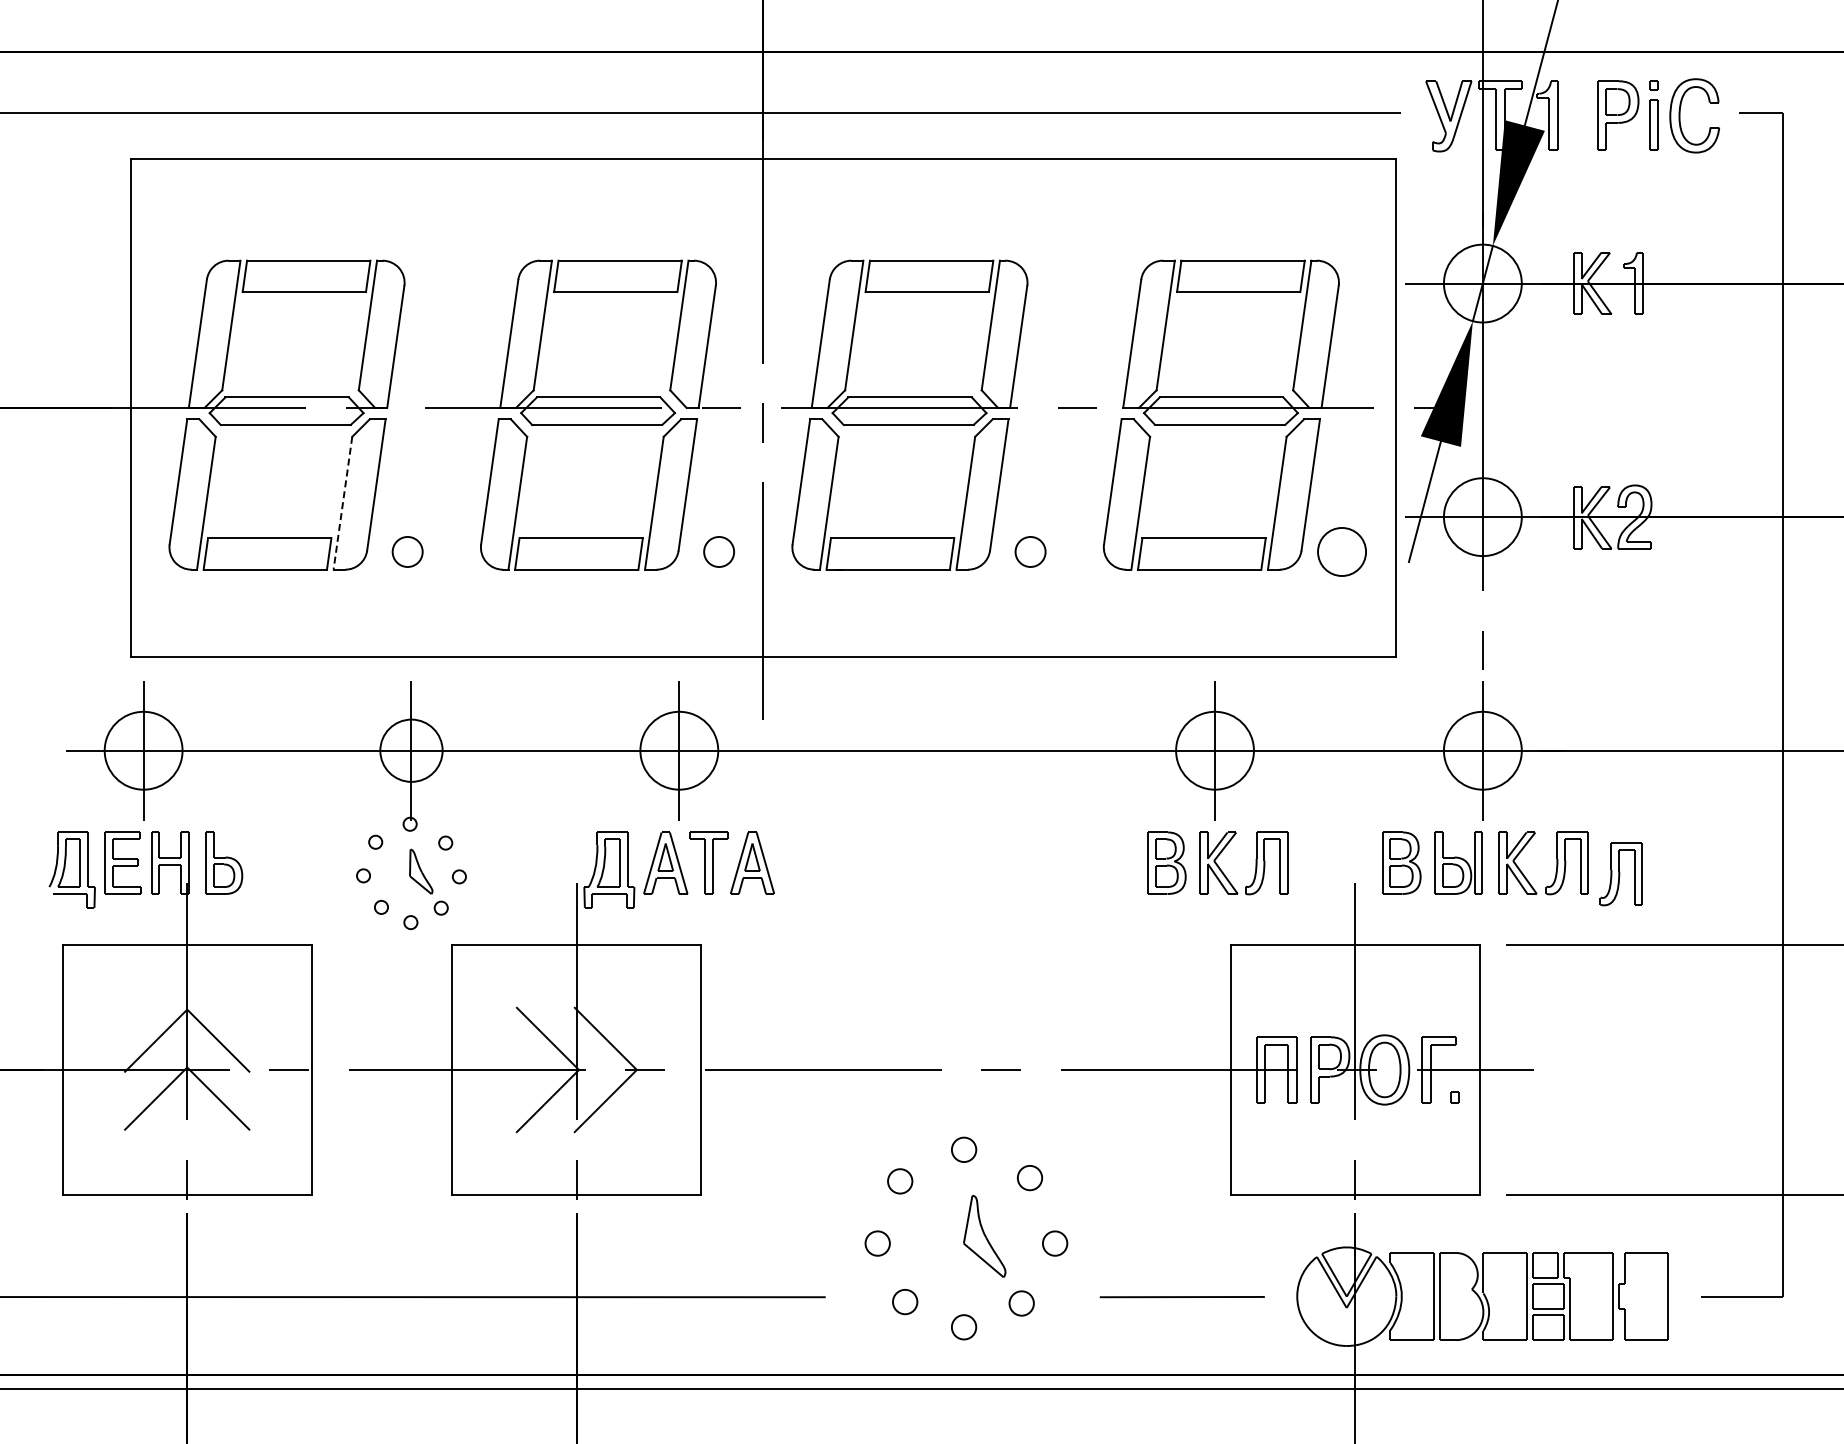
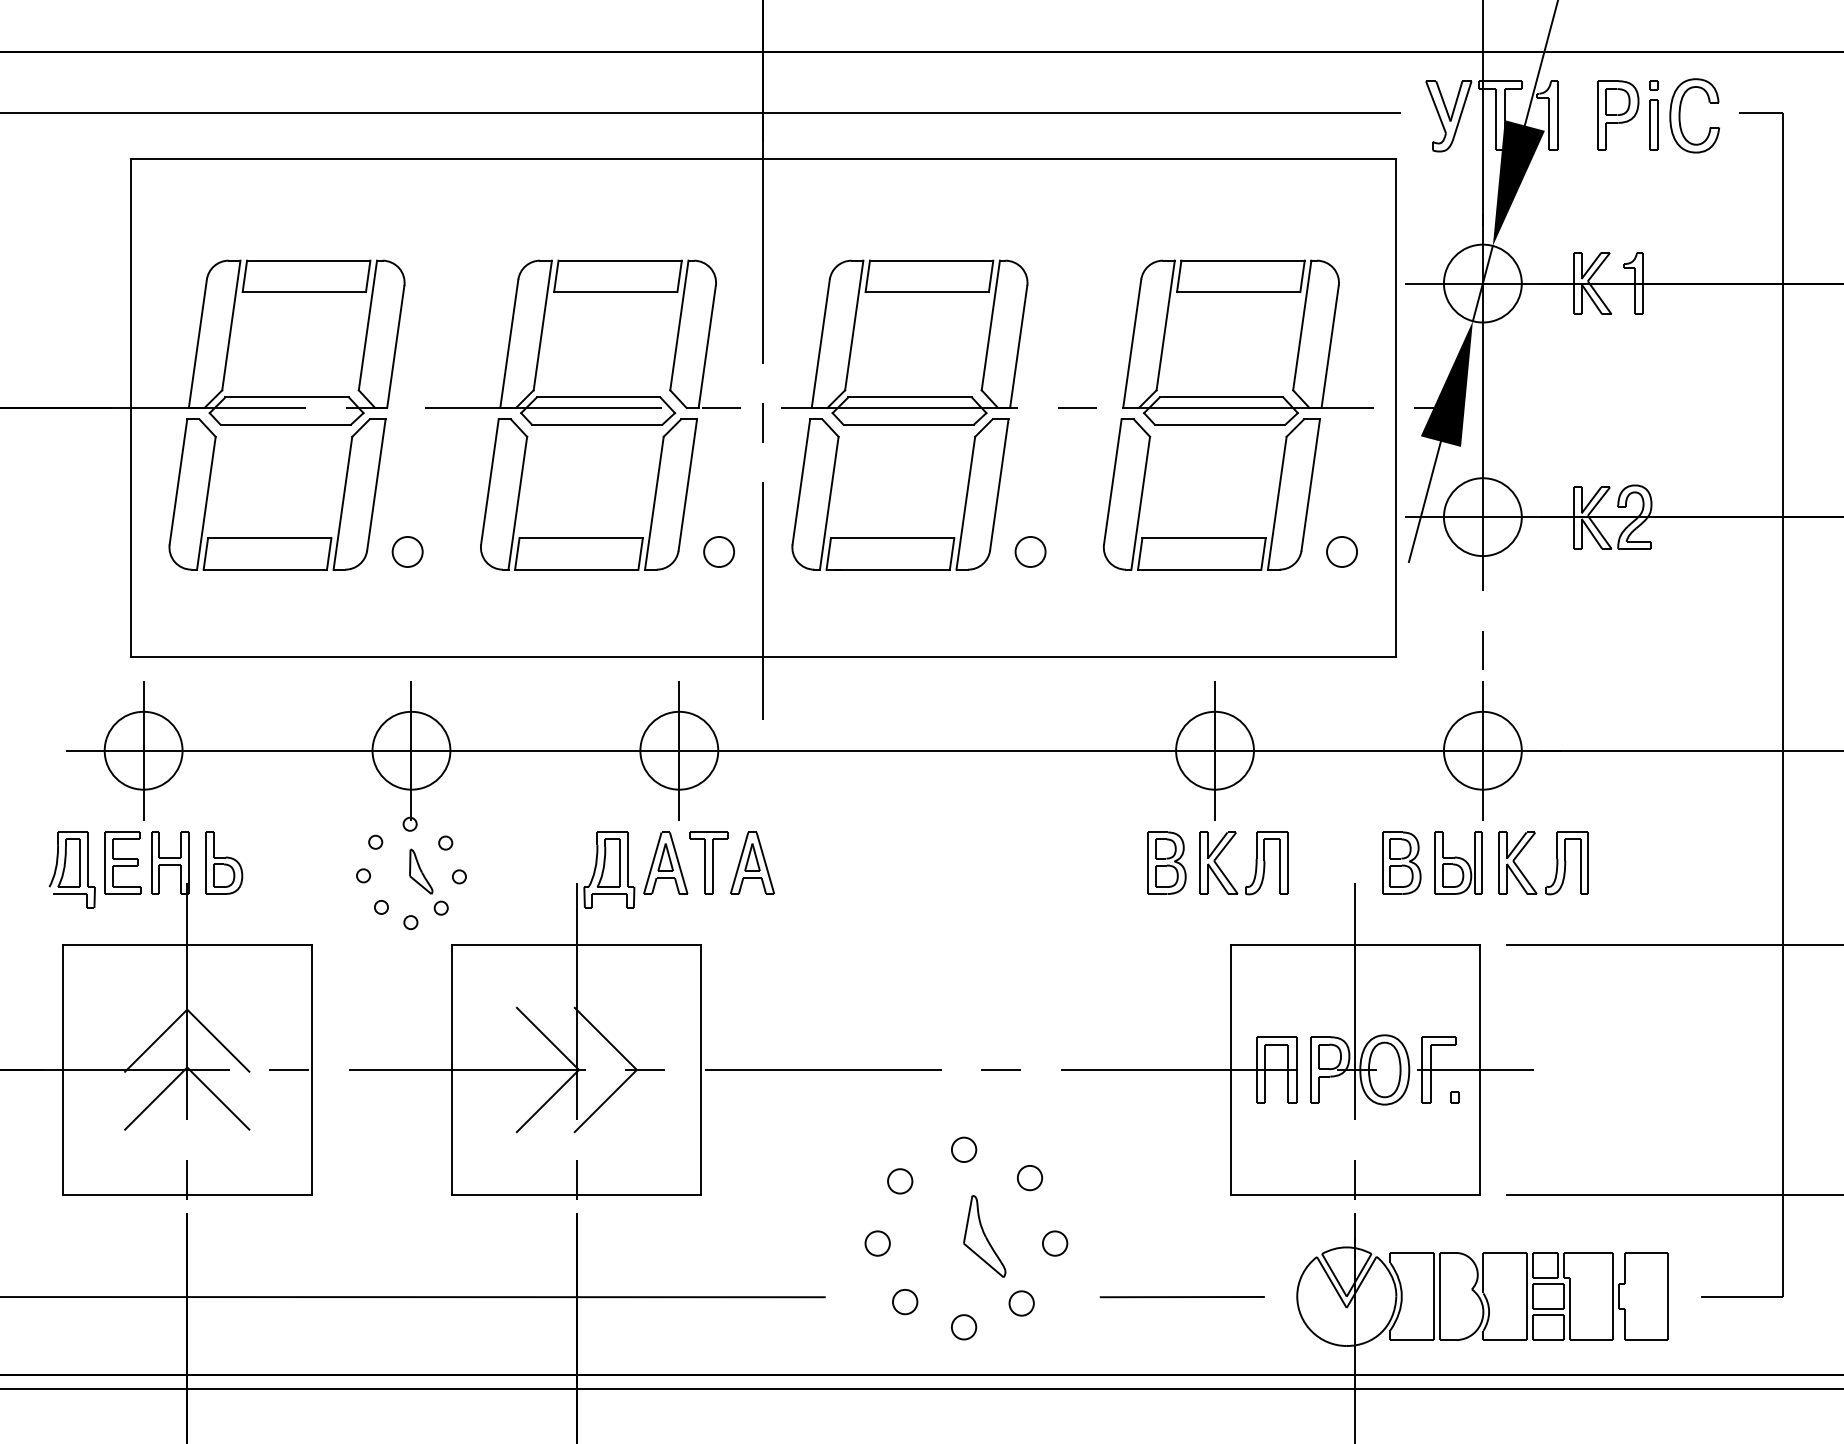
line at (342, 503): dashed -> solid
circle at (1342, 551) diameter: 48 px -> 30 px
circle at (411, 750) diameter: 62 px -> 78 px
part at (1620, 874): present -> none
